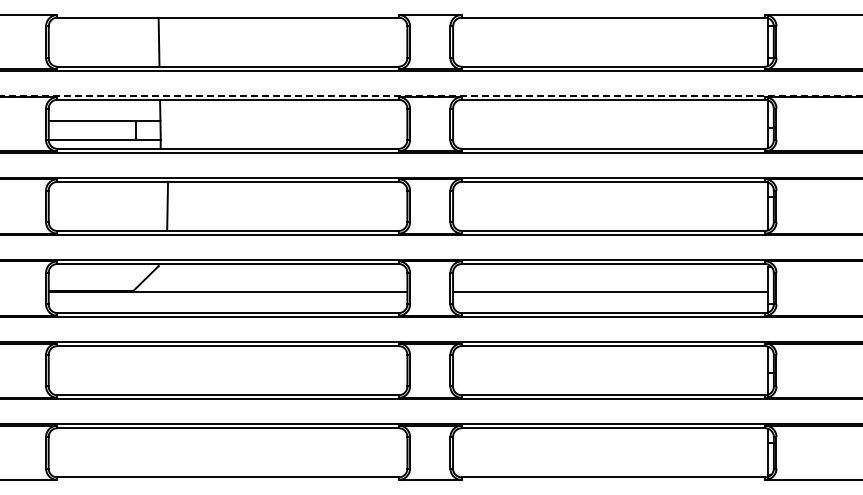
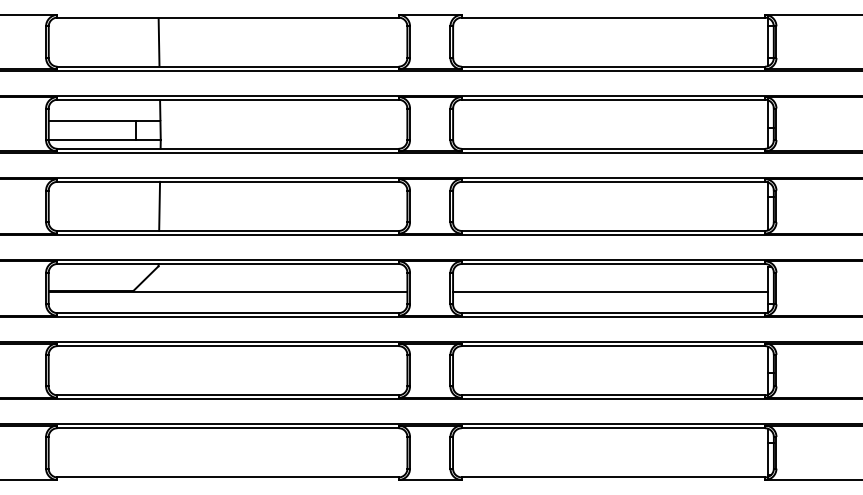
line at (431, 95): dashed -> solid
line at (167, 205) position: (167, 205) -> (159, 205)
